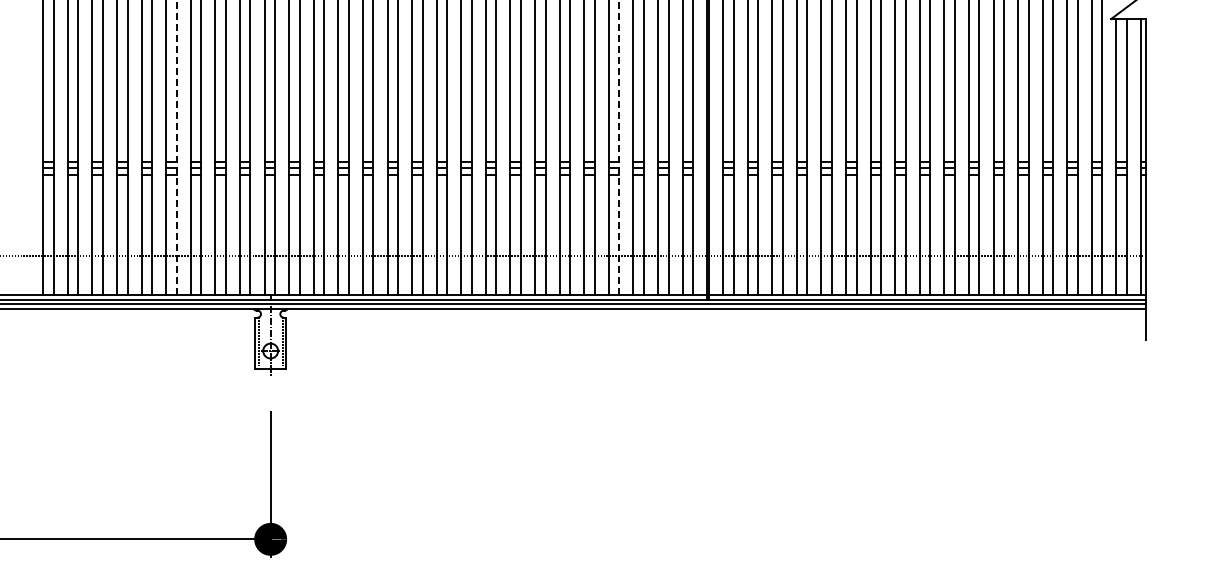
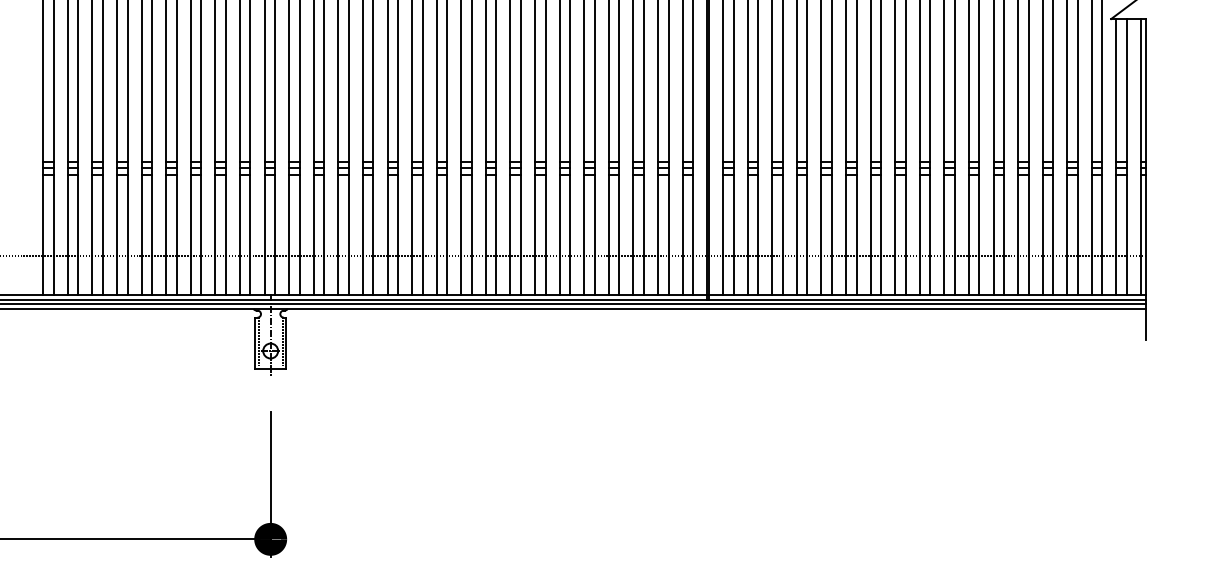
line at (176, 147): dashed -> solid
line at (619, 147): dashed -> solid
